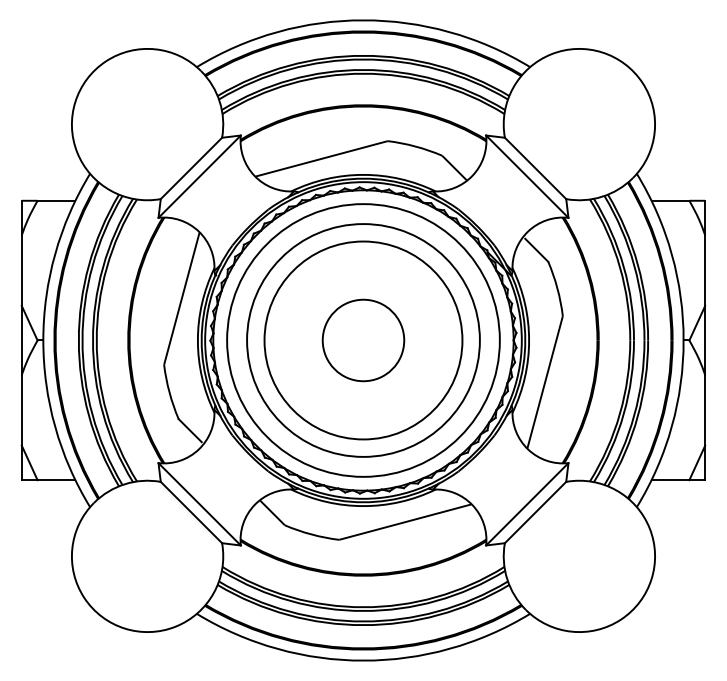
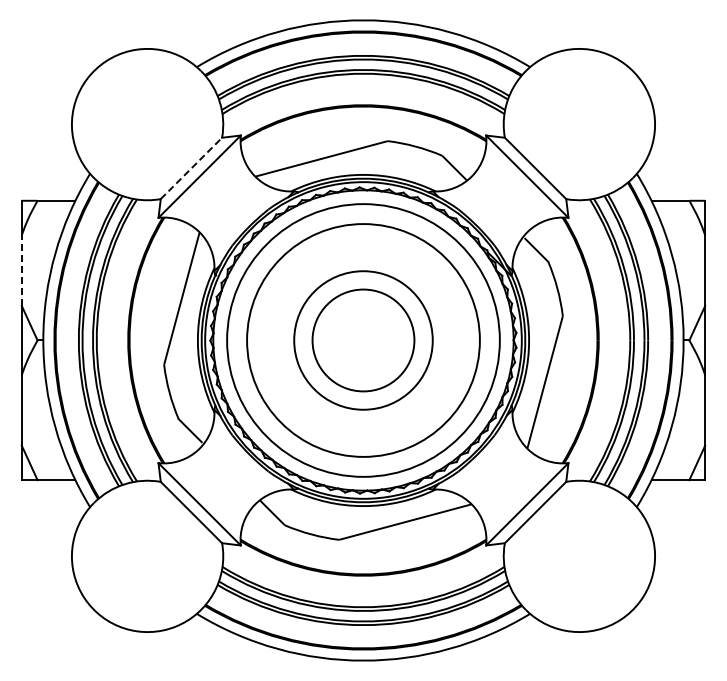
line at (191, 168): solid -> dashed
line at (21, 270): solid -> dashed
circle at (363, 340) diameter: 198 px -> 139 px
circle at (363, 340) diameter: 81 px -> 102 px
